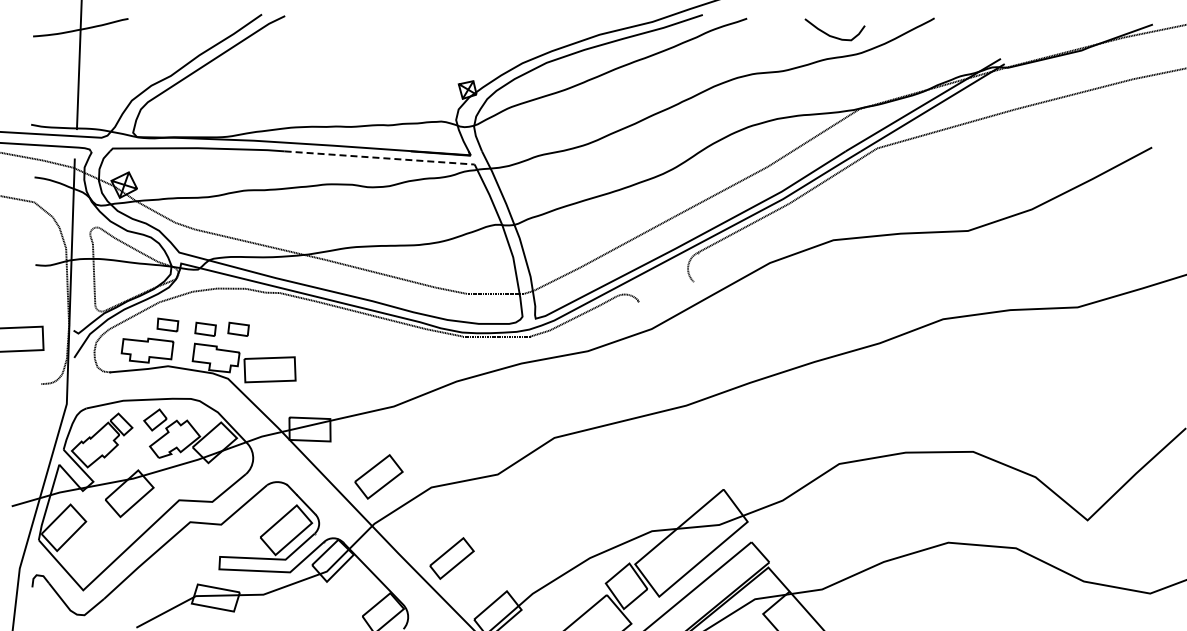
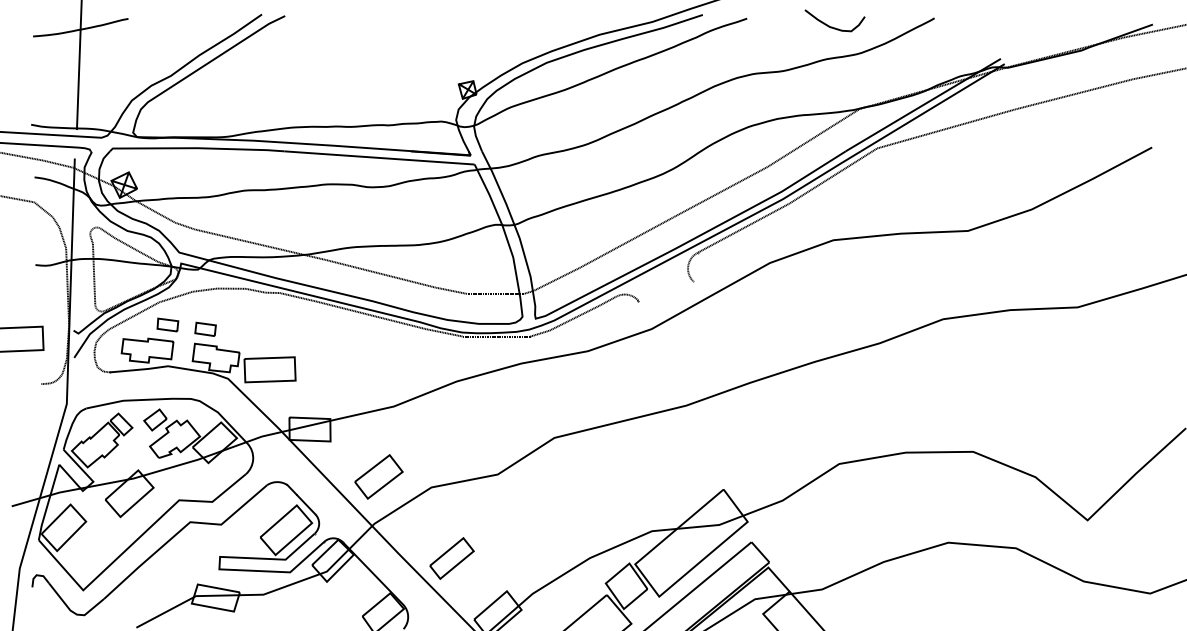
curve at (832, 35) position: (832, 35) -> (832, 26)
line at (380, 157): dashed -> solid
part at (238, 328): present -> none
